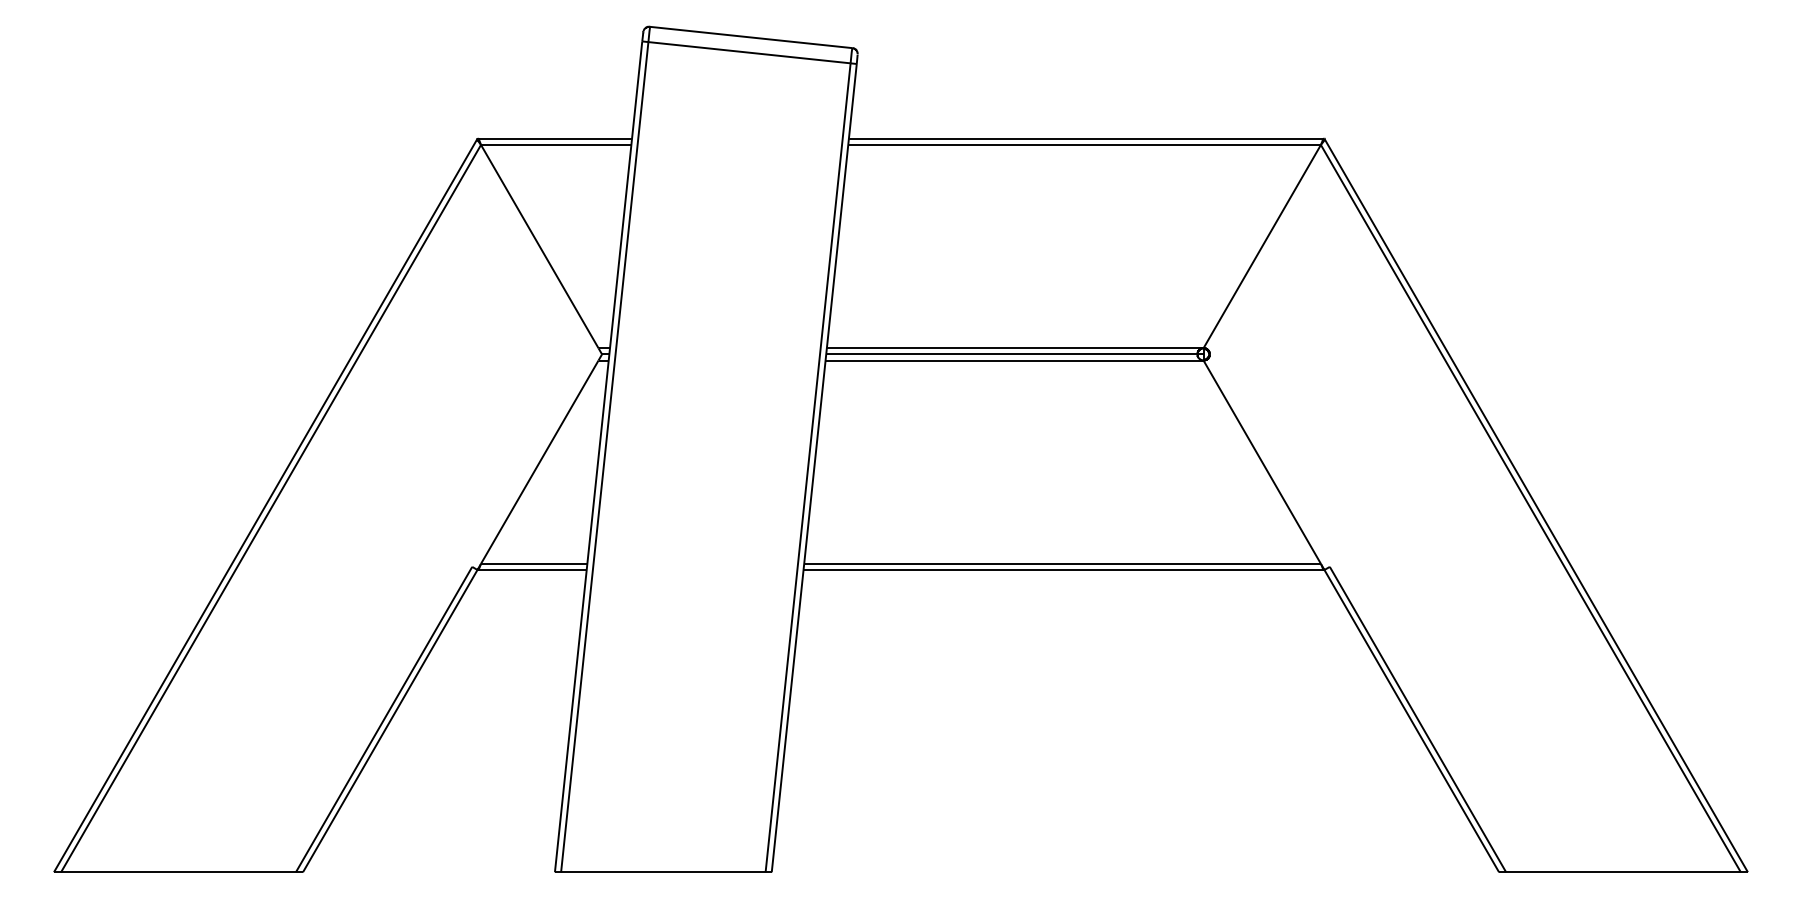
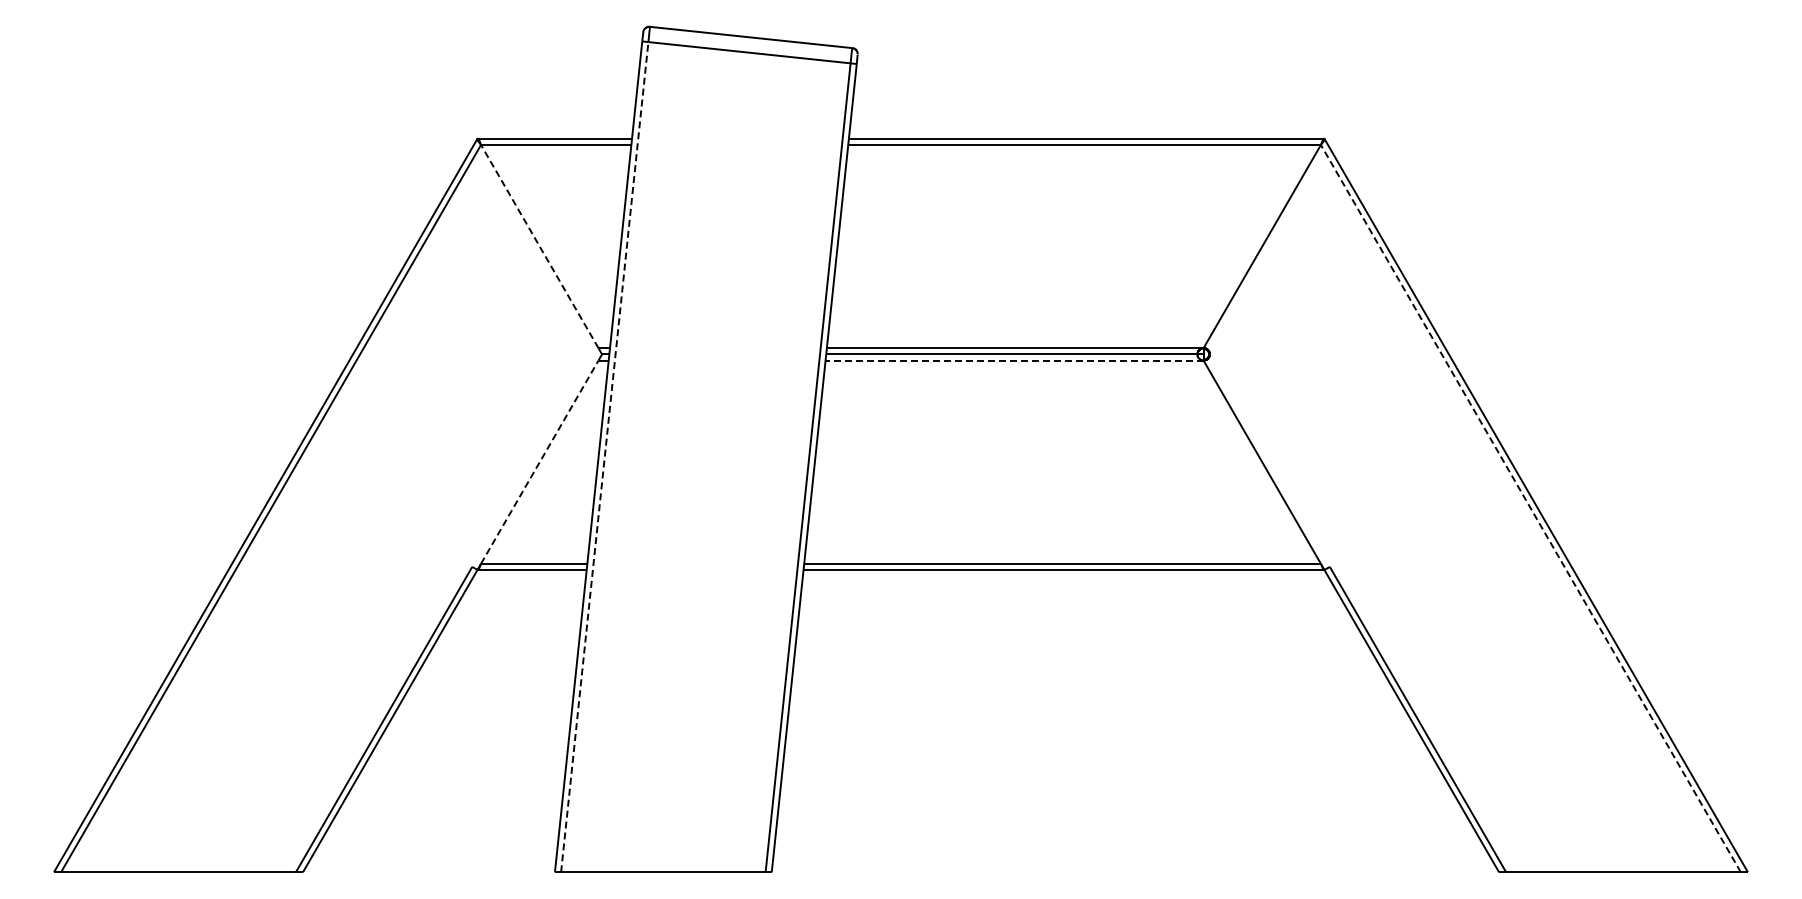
line at (539, 246): solid -> dashed
line at (1014, 360): solid -> dashed
line at (604, 456): solid -> dashed
line at (540, 461): solid -> dashed
line at (1530, 508): solid -> dashed
